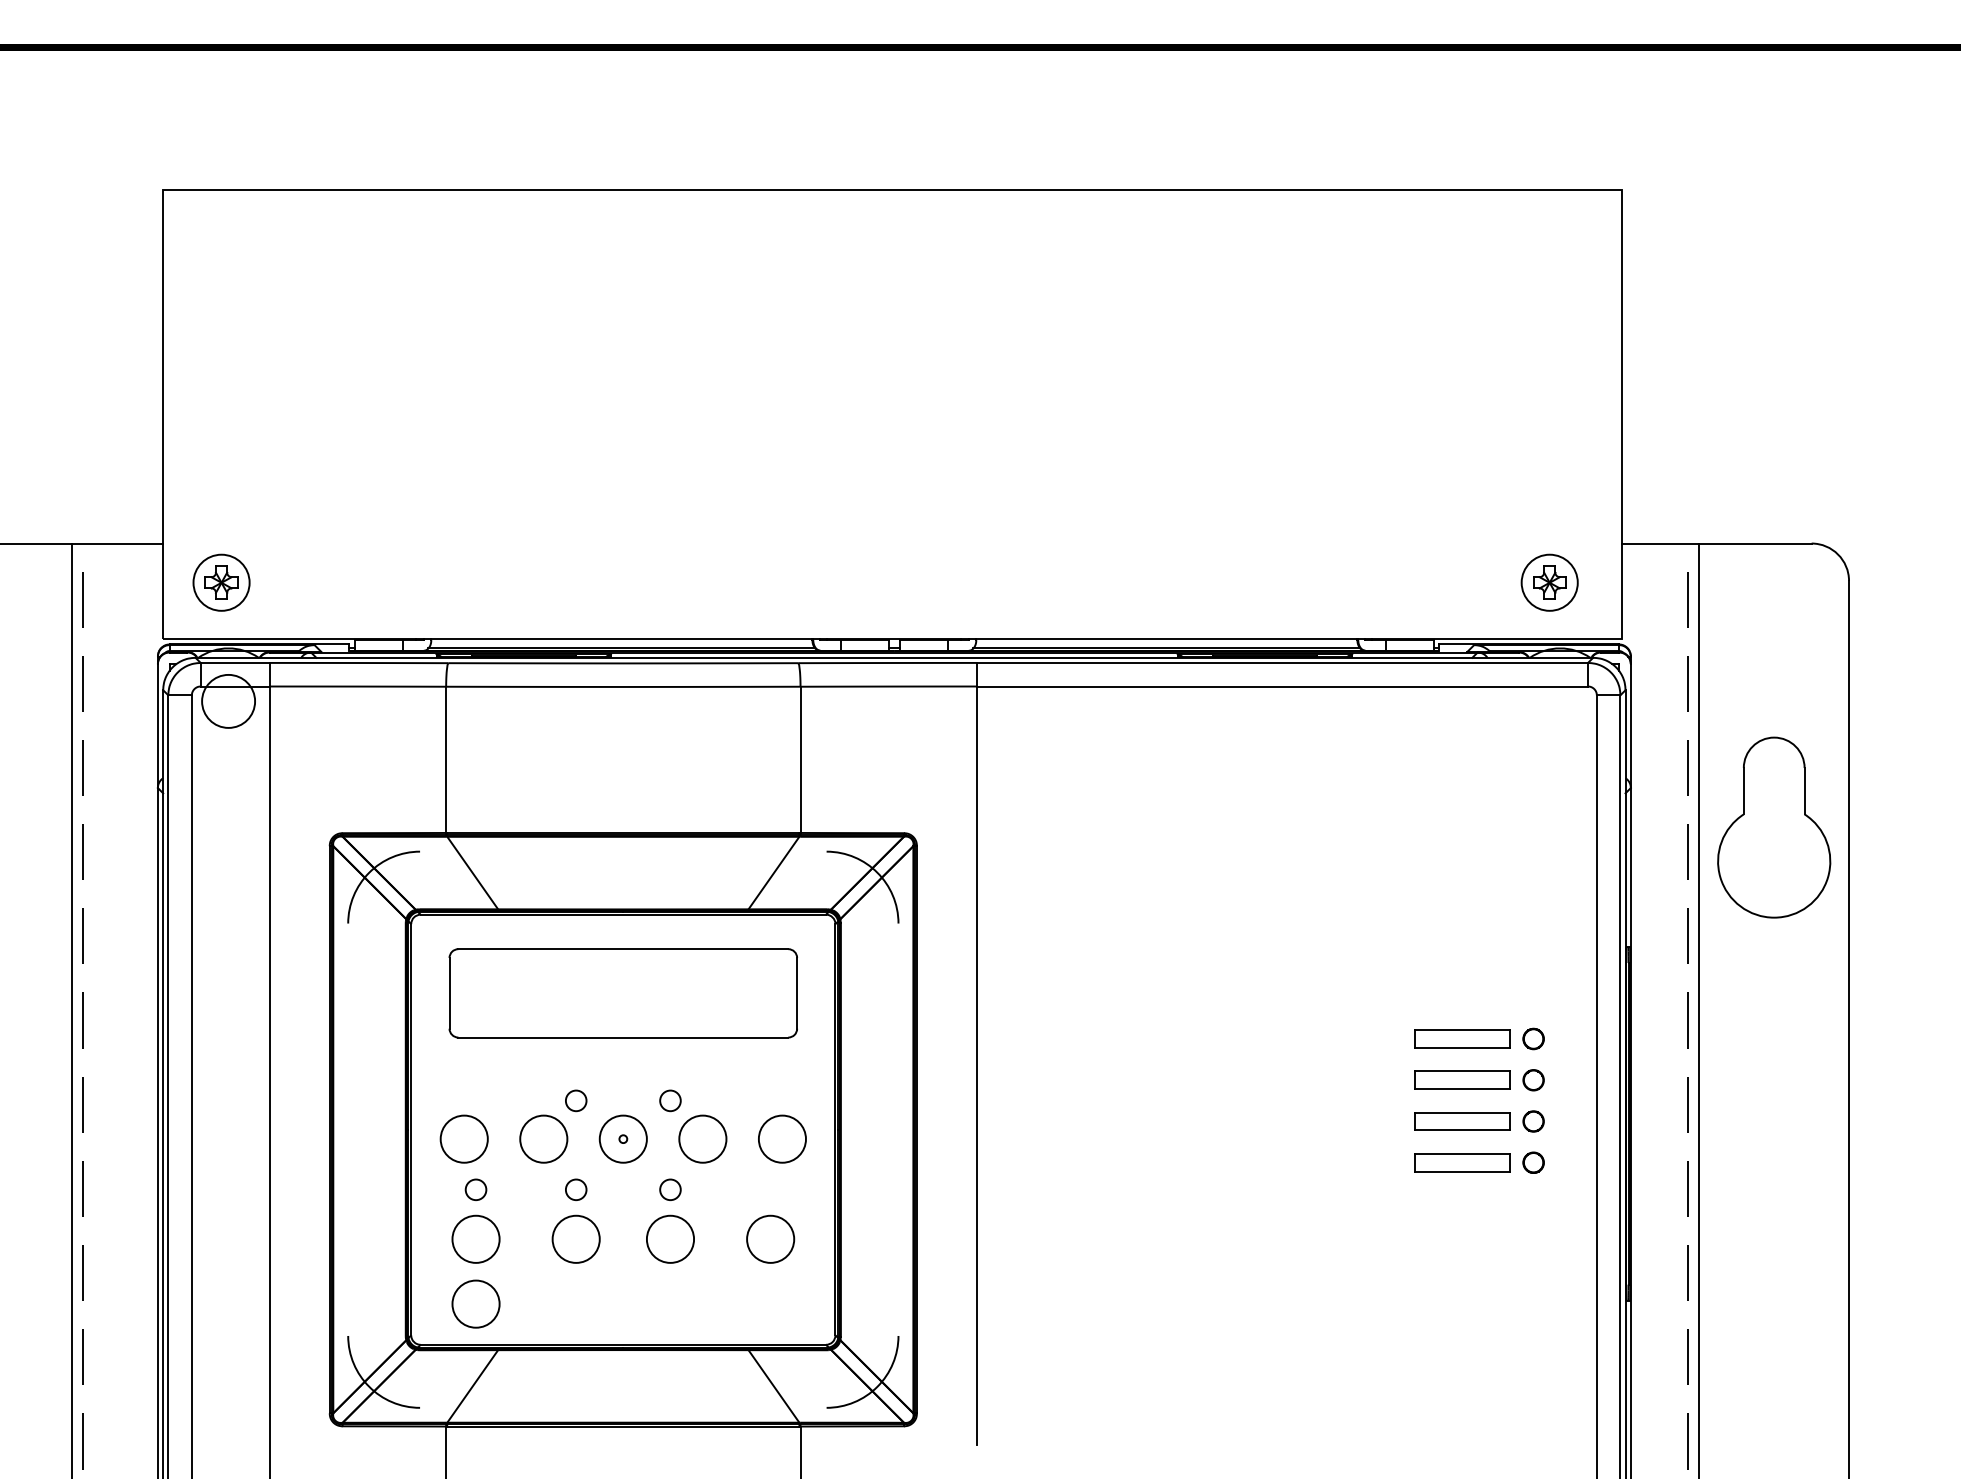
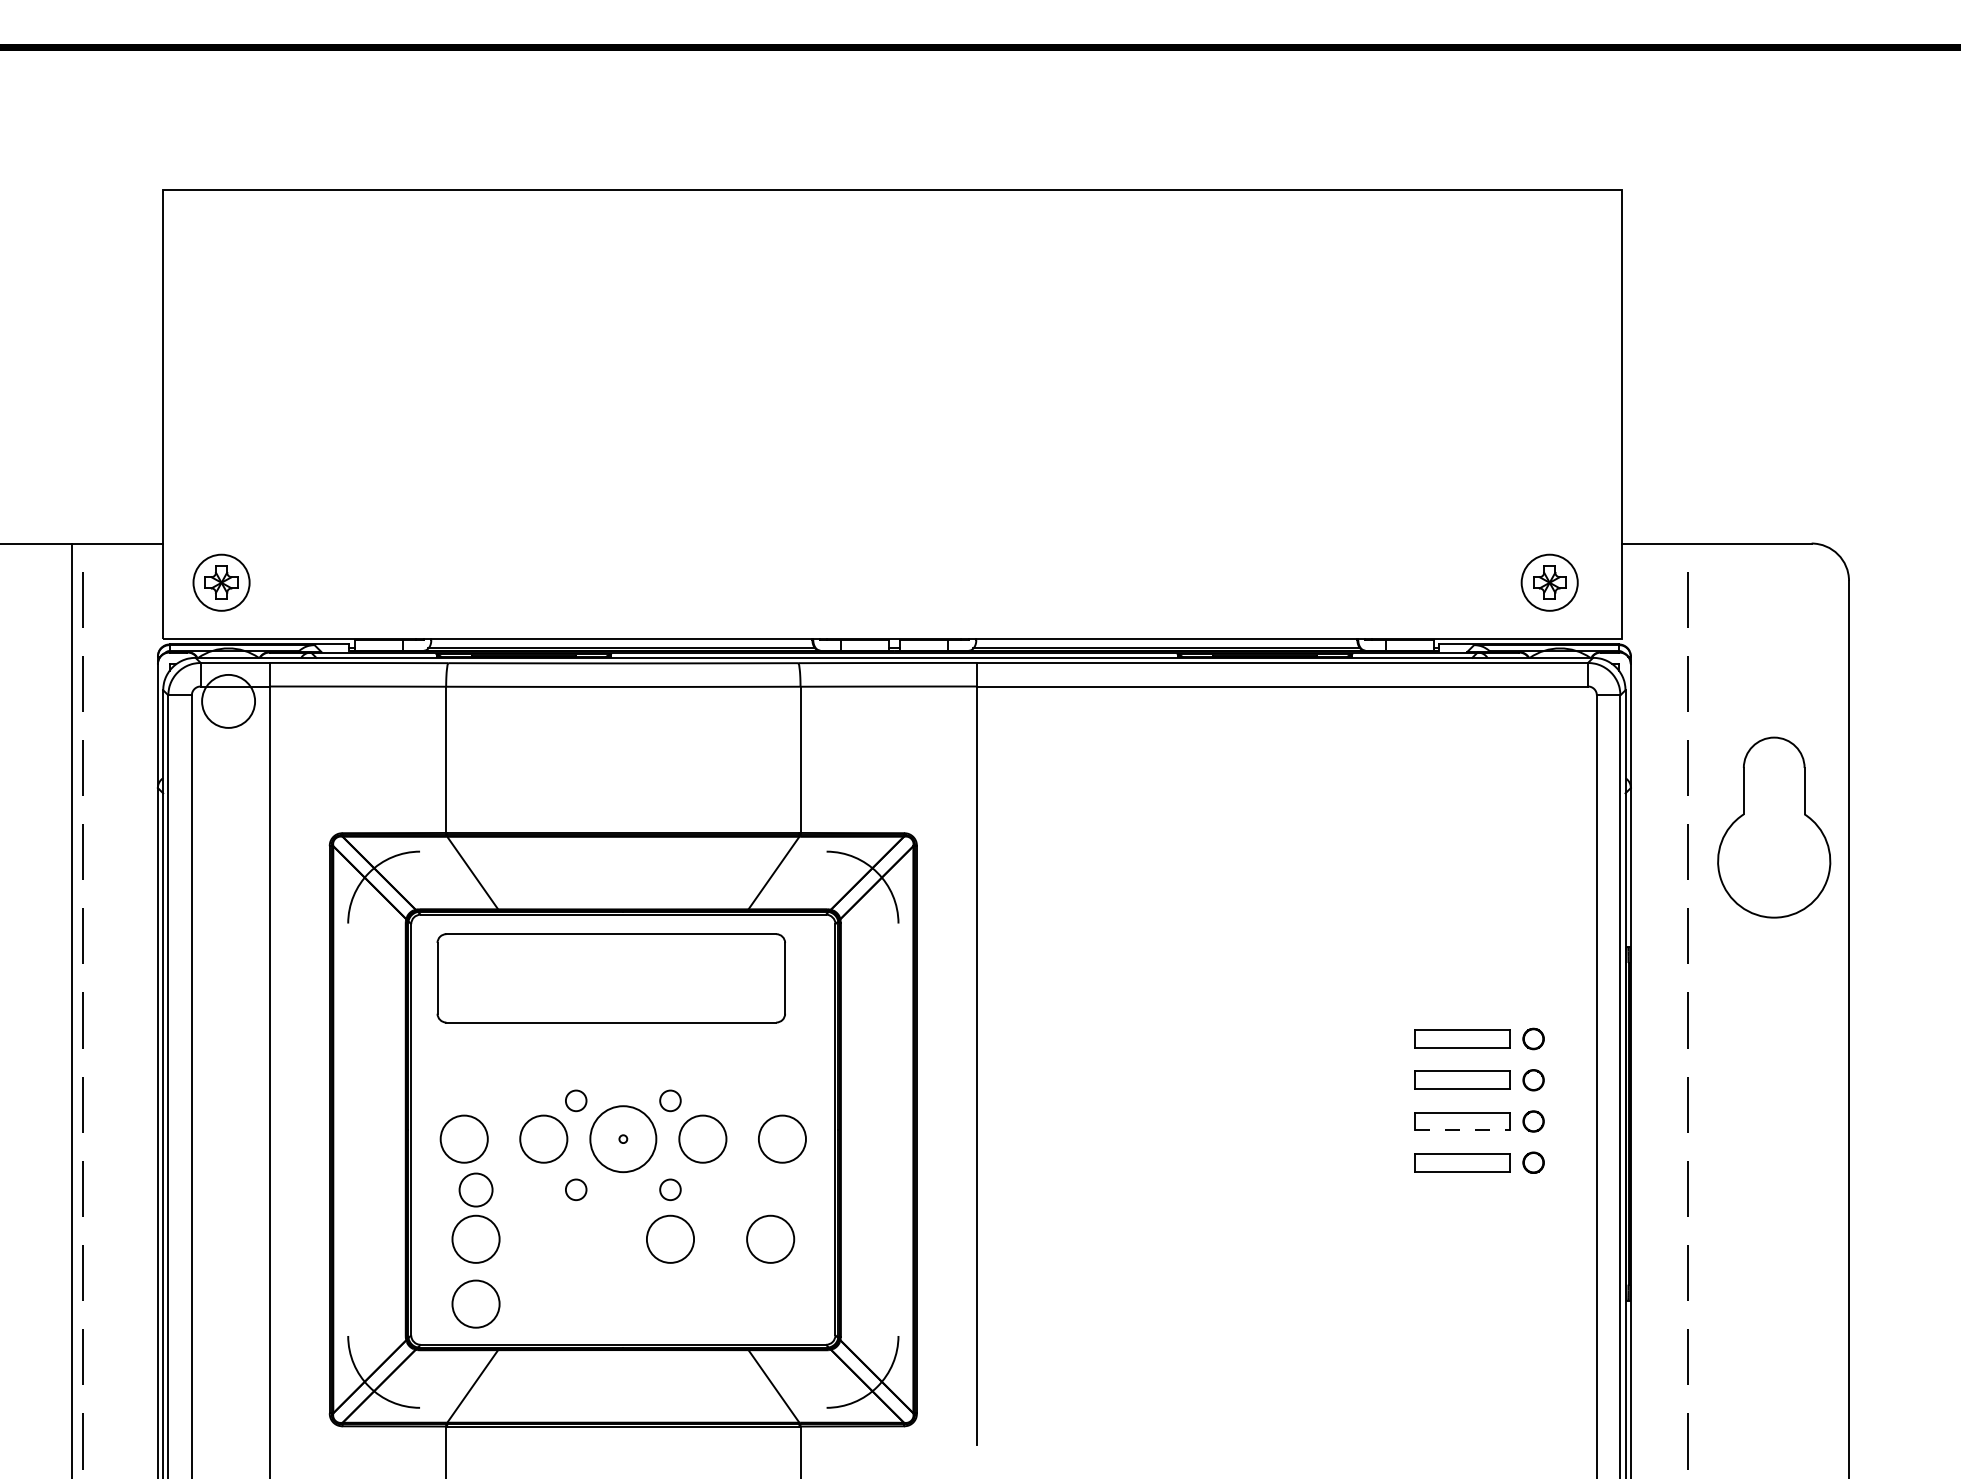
part at (622, 993) position: (622, 993) -> (610, 978)
line at (1699, 1009): present -> none
line at (1462, 1130): solid -> dashed
circle at (622, 1138) diameter: 47 px -> 66 px
circle at (475, 1189) size: 24x23 px -> 36x36 px
circle at (575, 1238): present -> none
